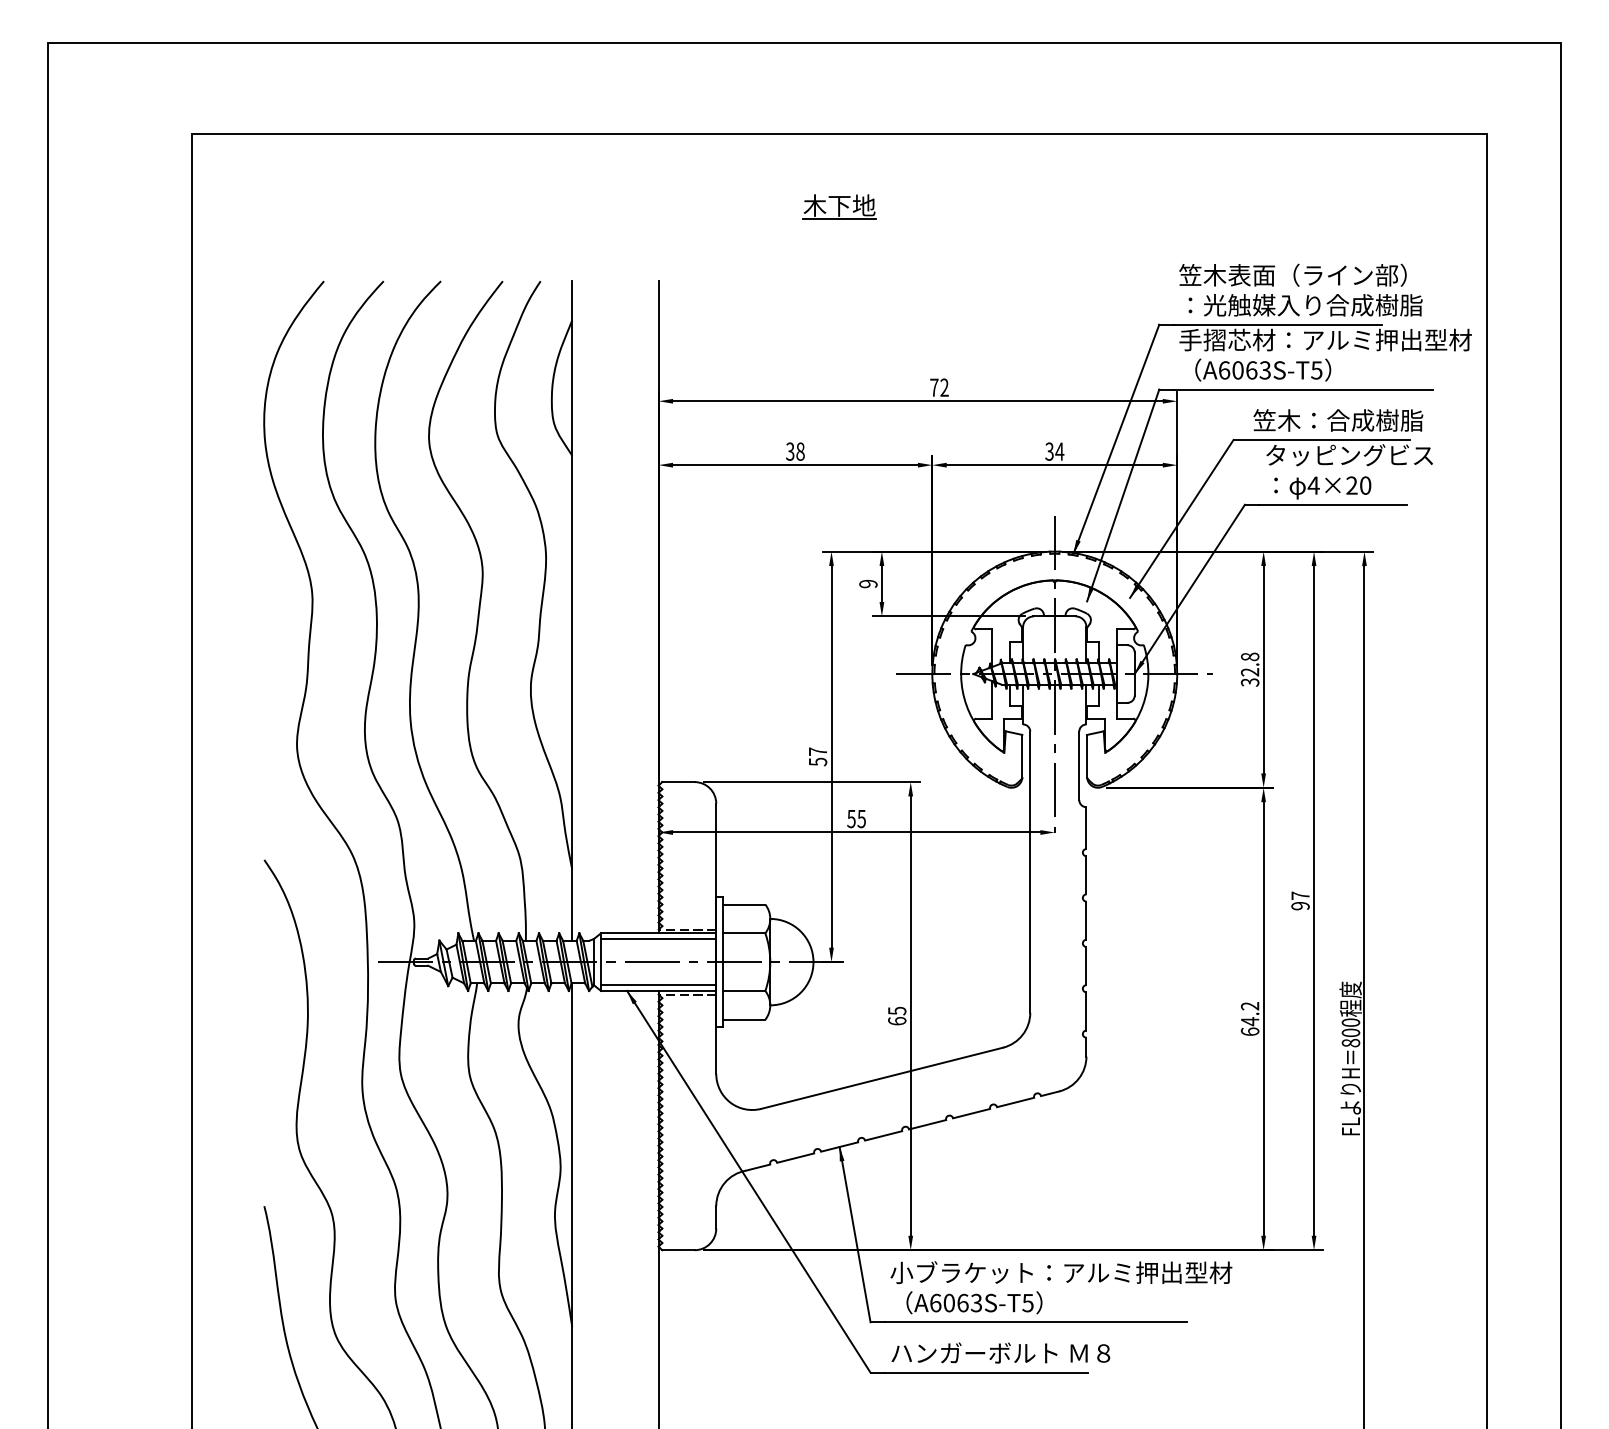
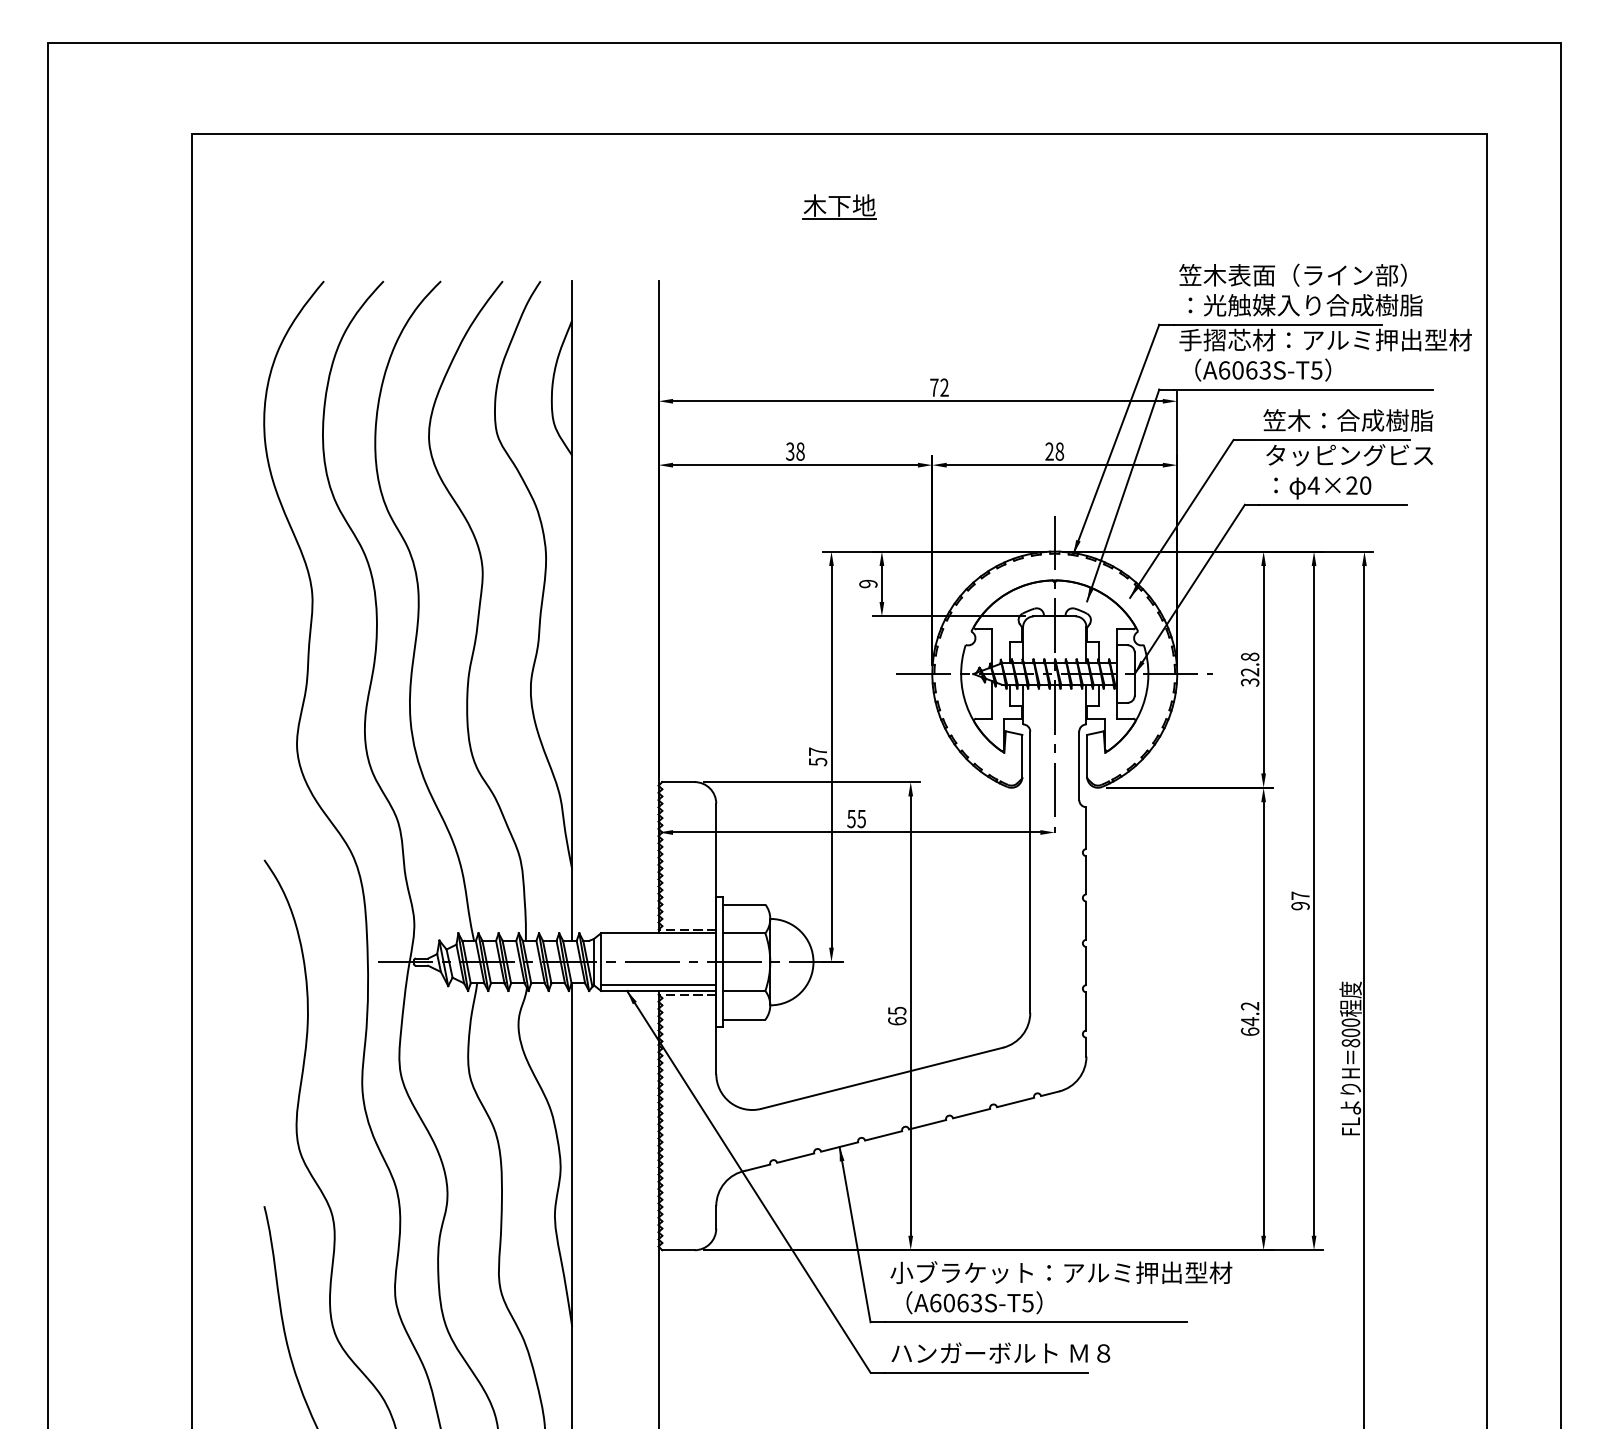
text at (1338, 420) position: (1338, 420) -> (1348, 420)
text at (1054, 451): 34 -> 28
line at (658, 939): present -> none
